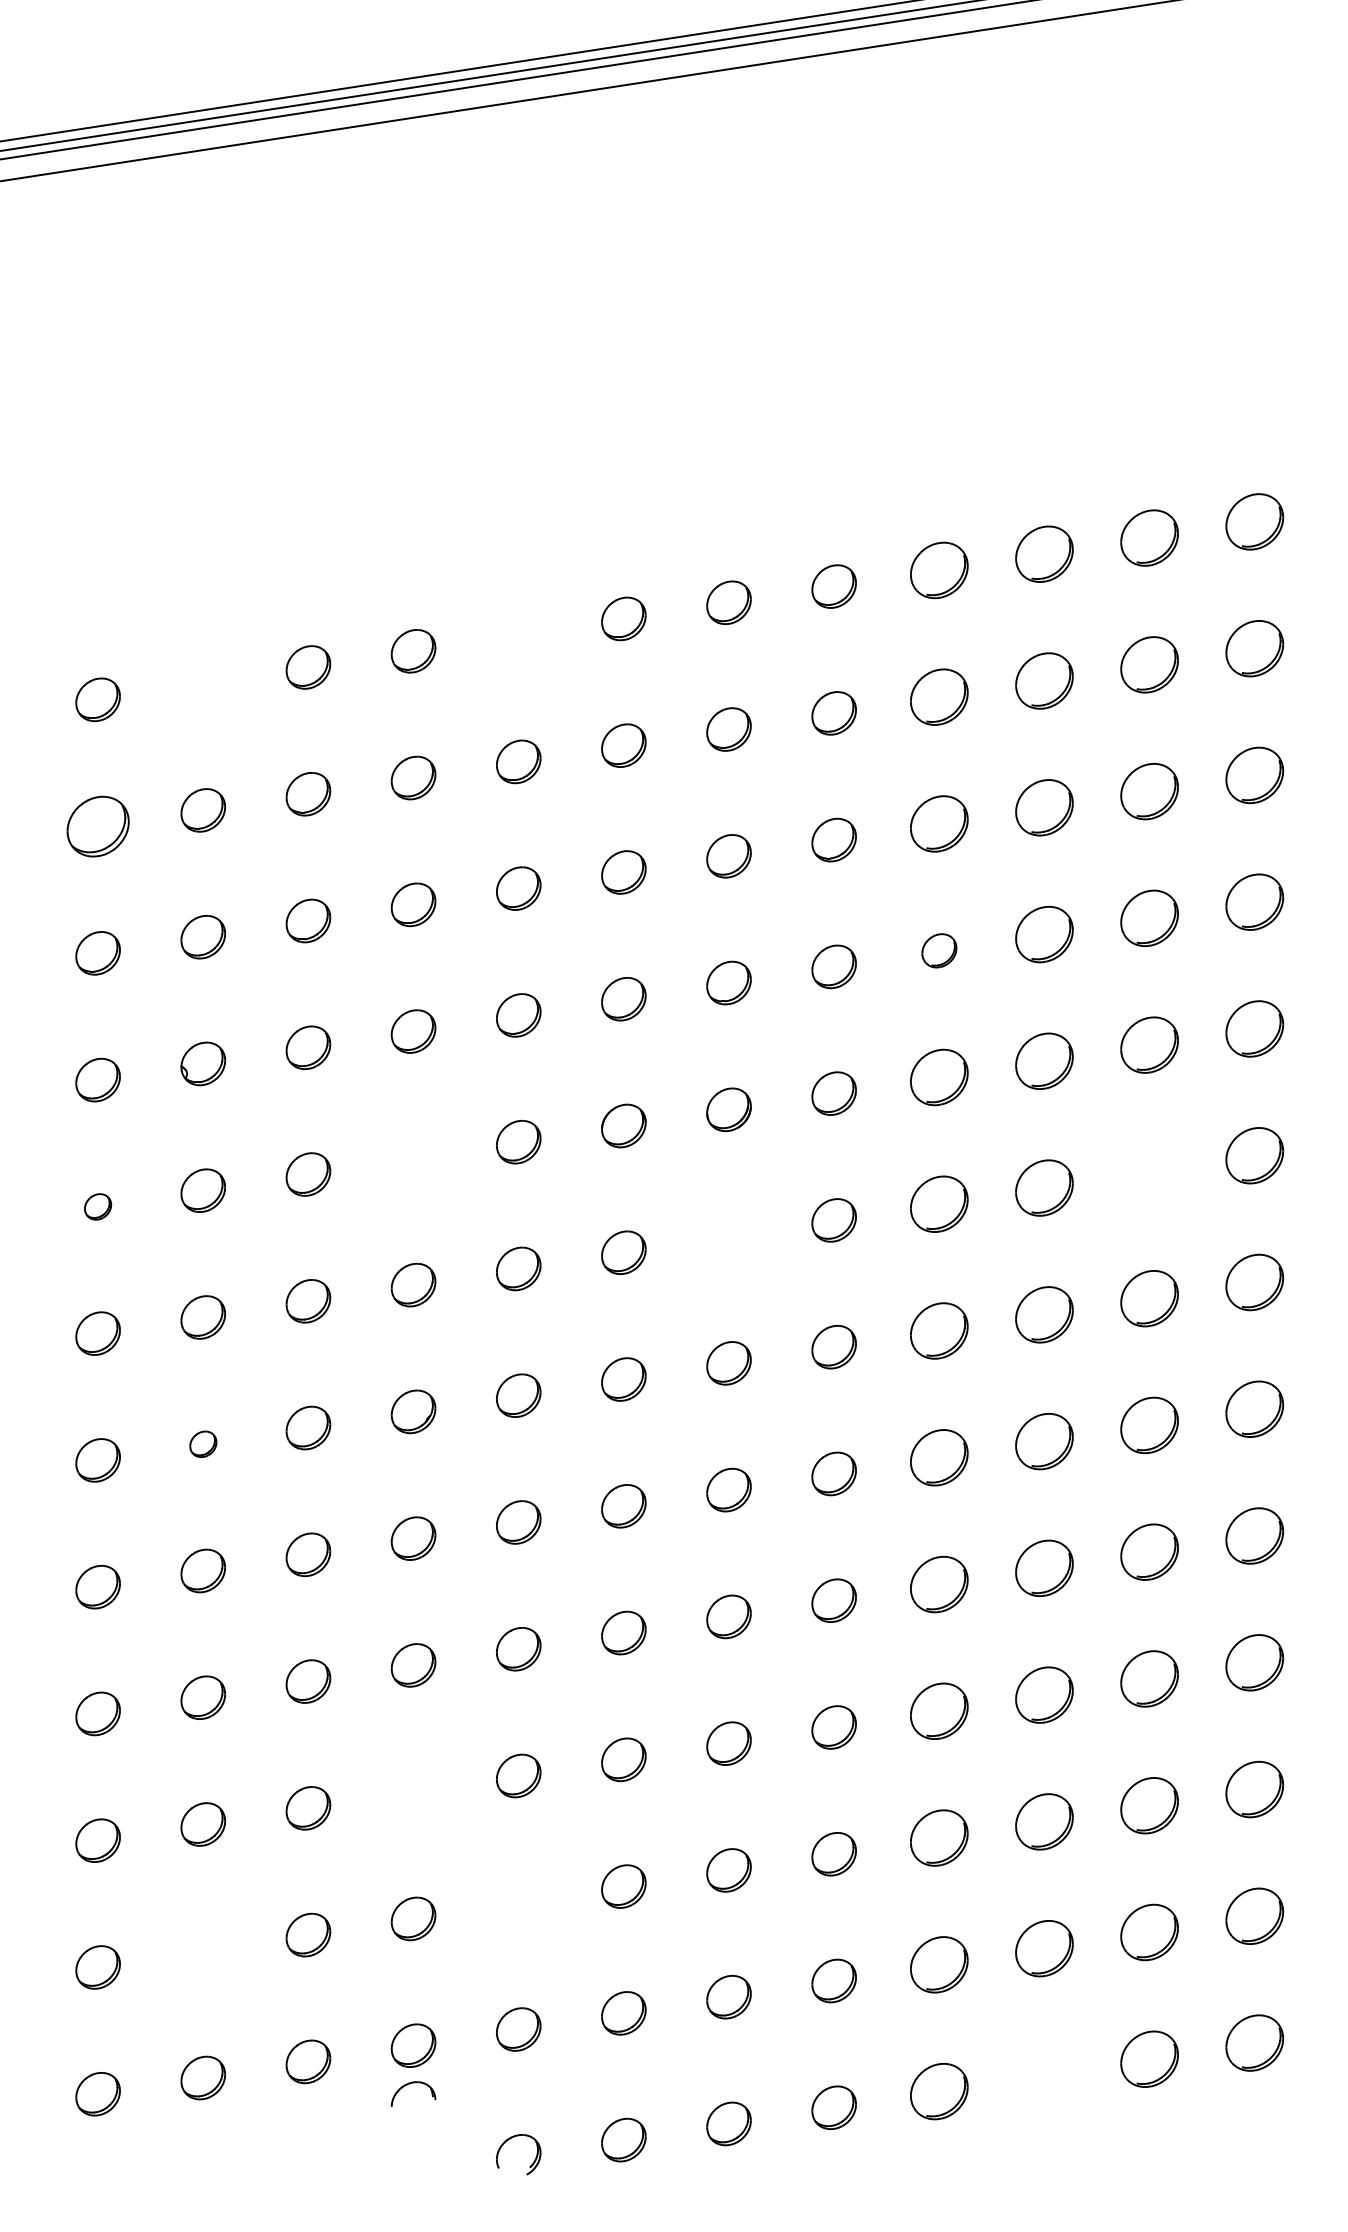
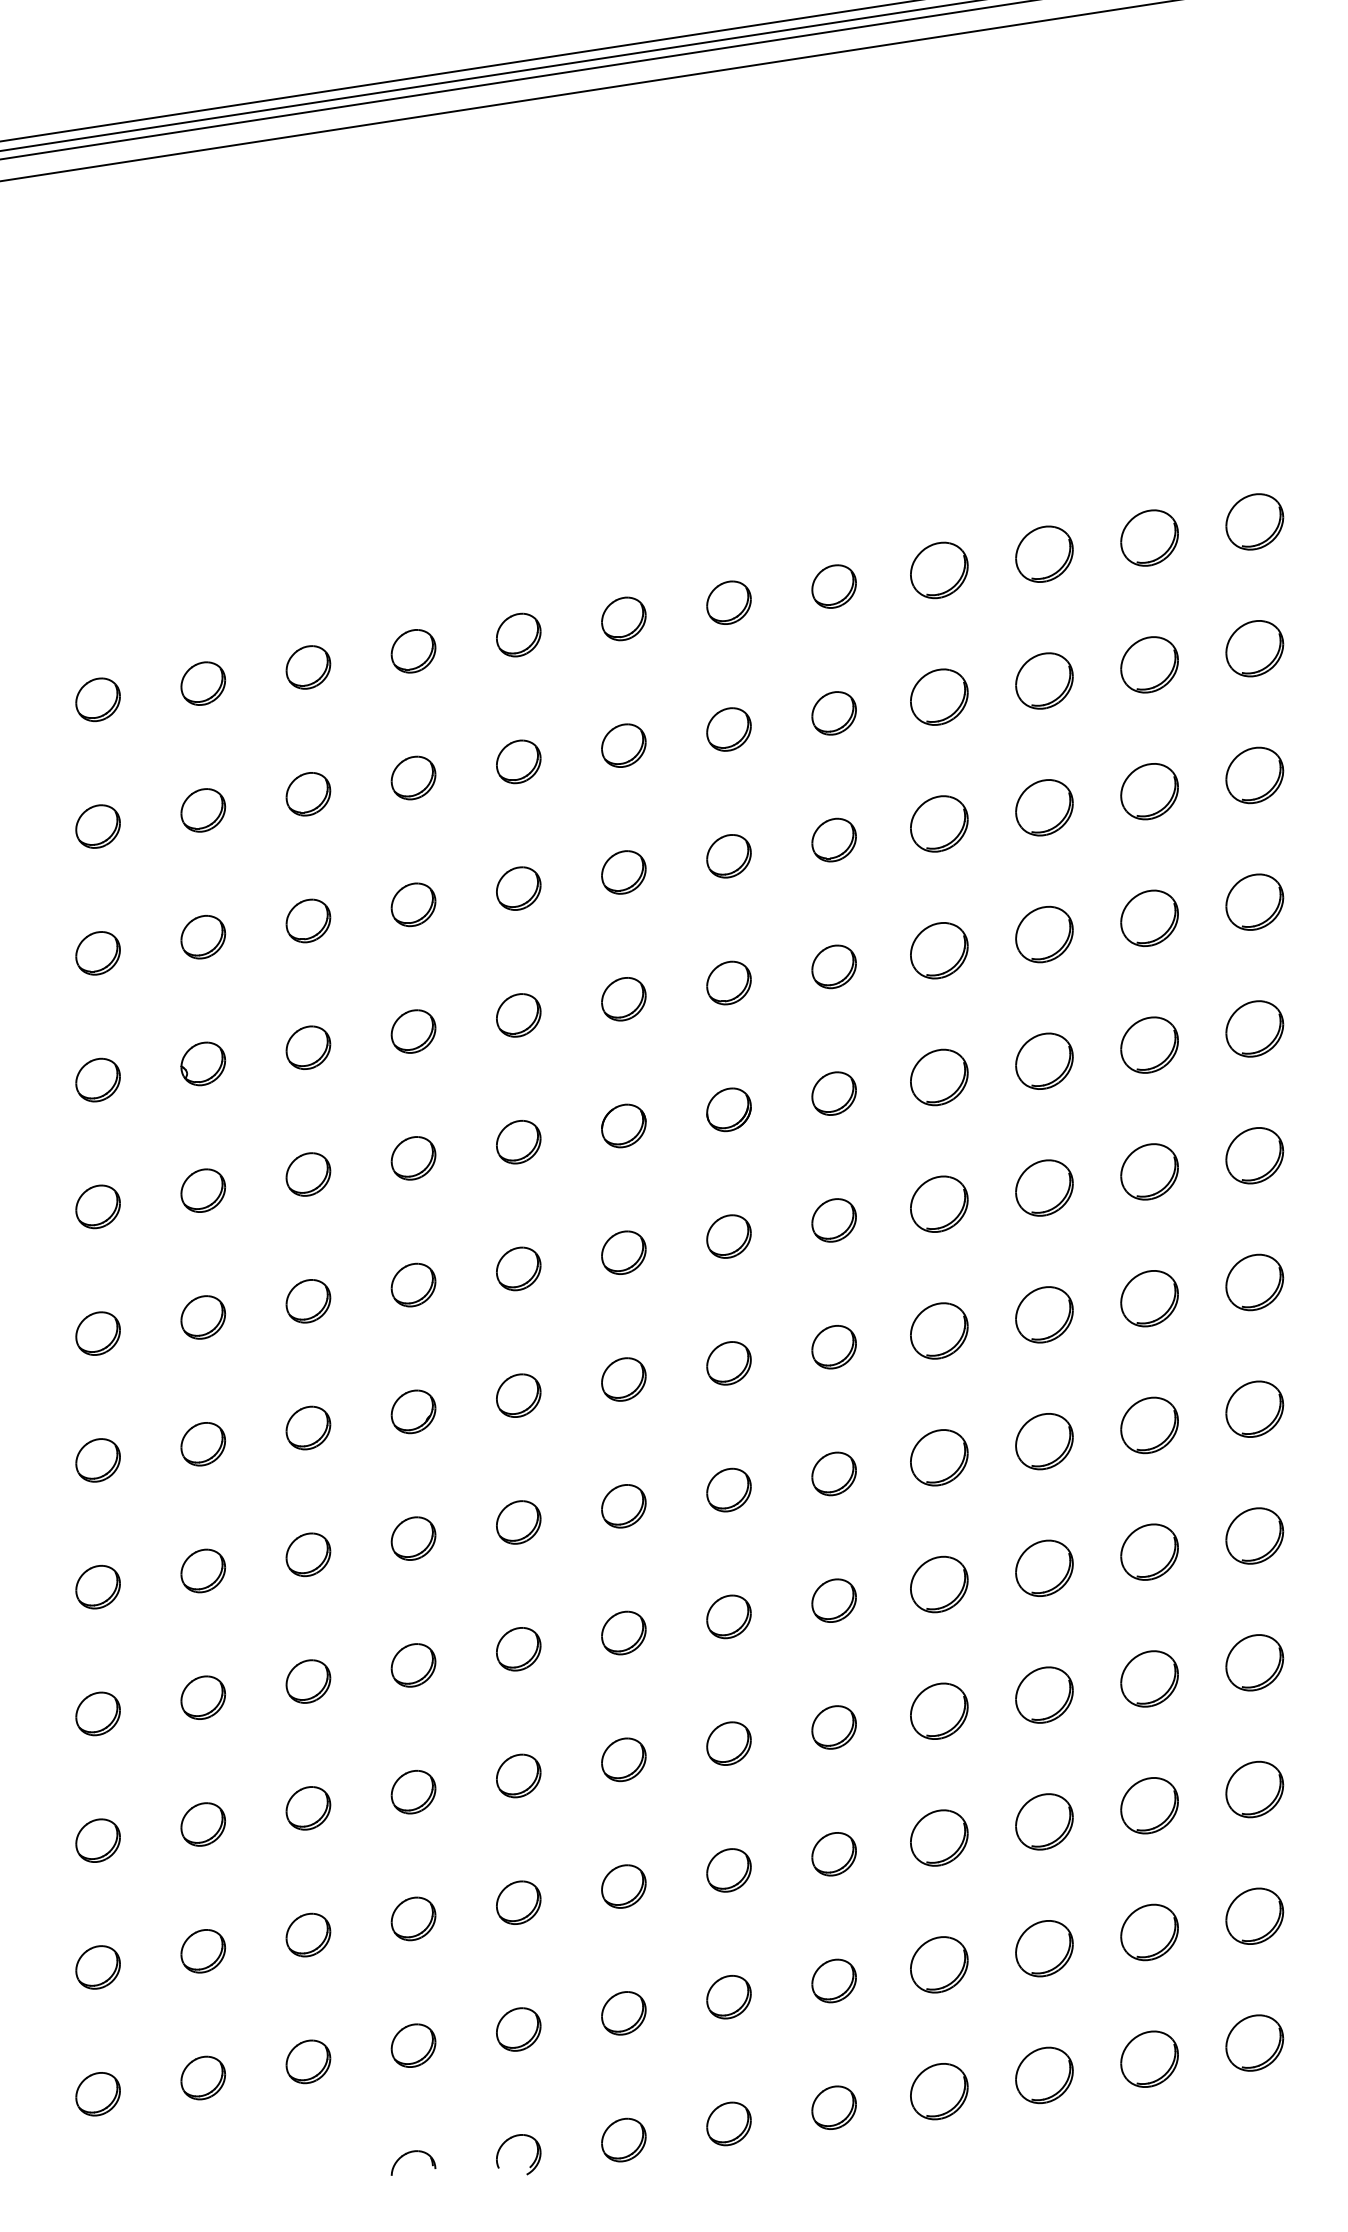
part at (518, 634): none -> present
part at (203, 683): none -> present
part at (97, 826) size: 64x63 px -> 46x45 px
part at (939, 950) size: 37x36 px -> 59x58 px
part at (413, 1158): none -> present
part at (1149, 1171): none -> present
part at (98, 1206) size: 29x28 px -> 46x46 px
part at (728, 1236): none -> present
part at (203, 1443) size: 29x28 px -> 47x45 px
part at (413, 1792): none -> present
part at (518, 1902): none -> present
part at (203, 1951): none -> present
part at (1044, 2075): none -> present
part at (409, 2084) position: (409, 2084) -> (409, 2153)
